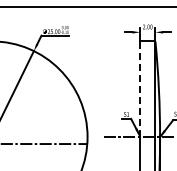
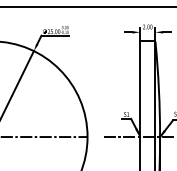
line at (140, 89): dashed -> solid
line at (44, 144) position: (44, 144) -> (44, 137)
